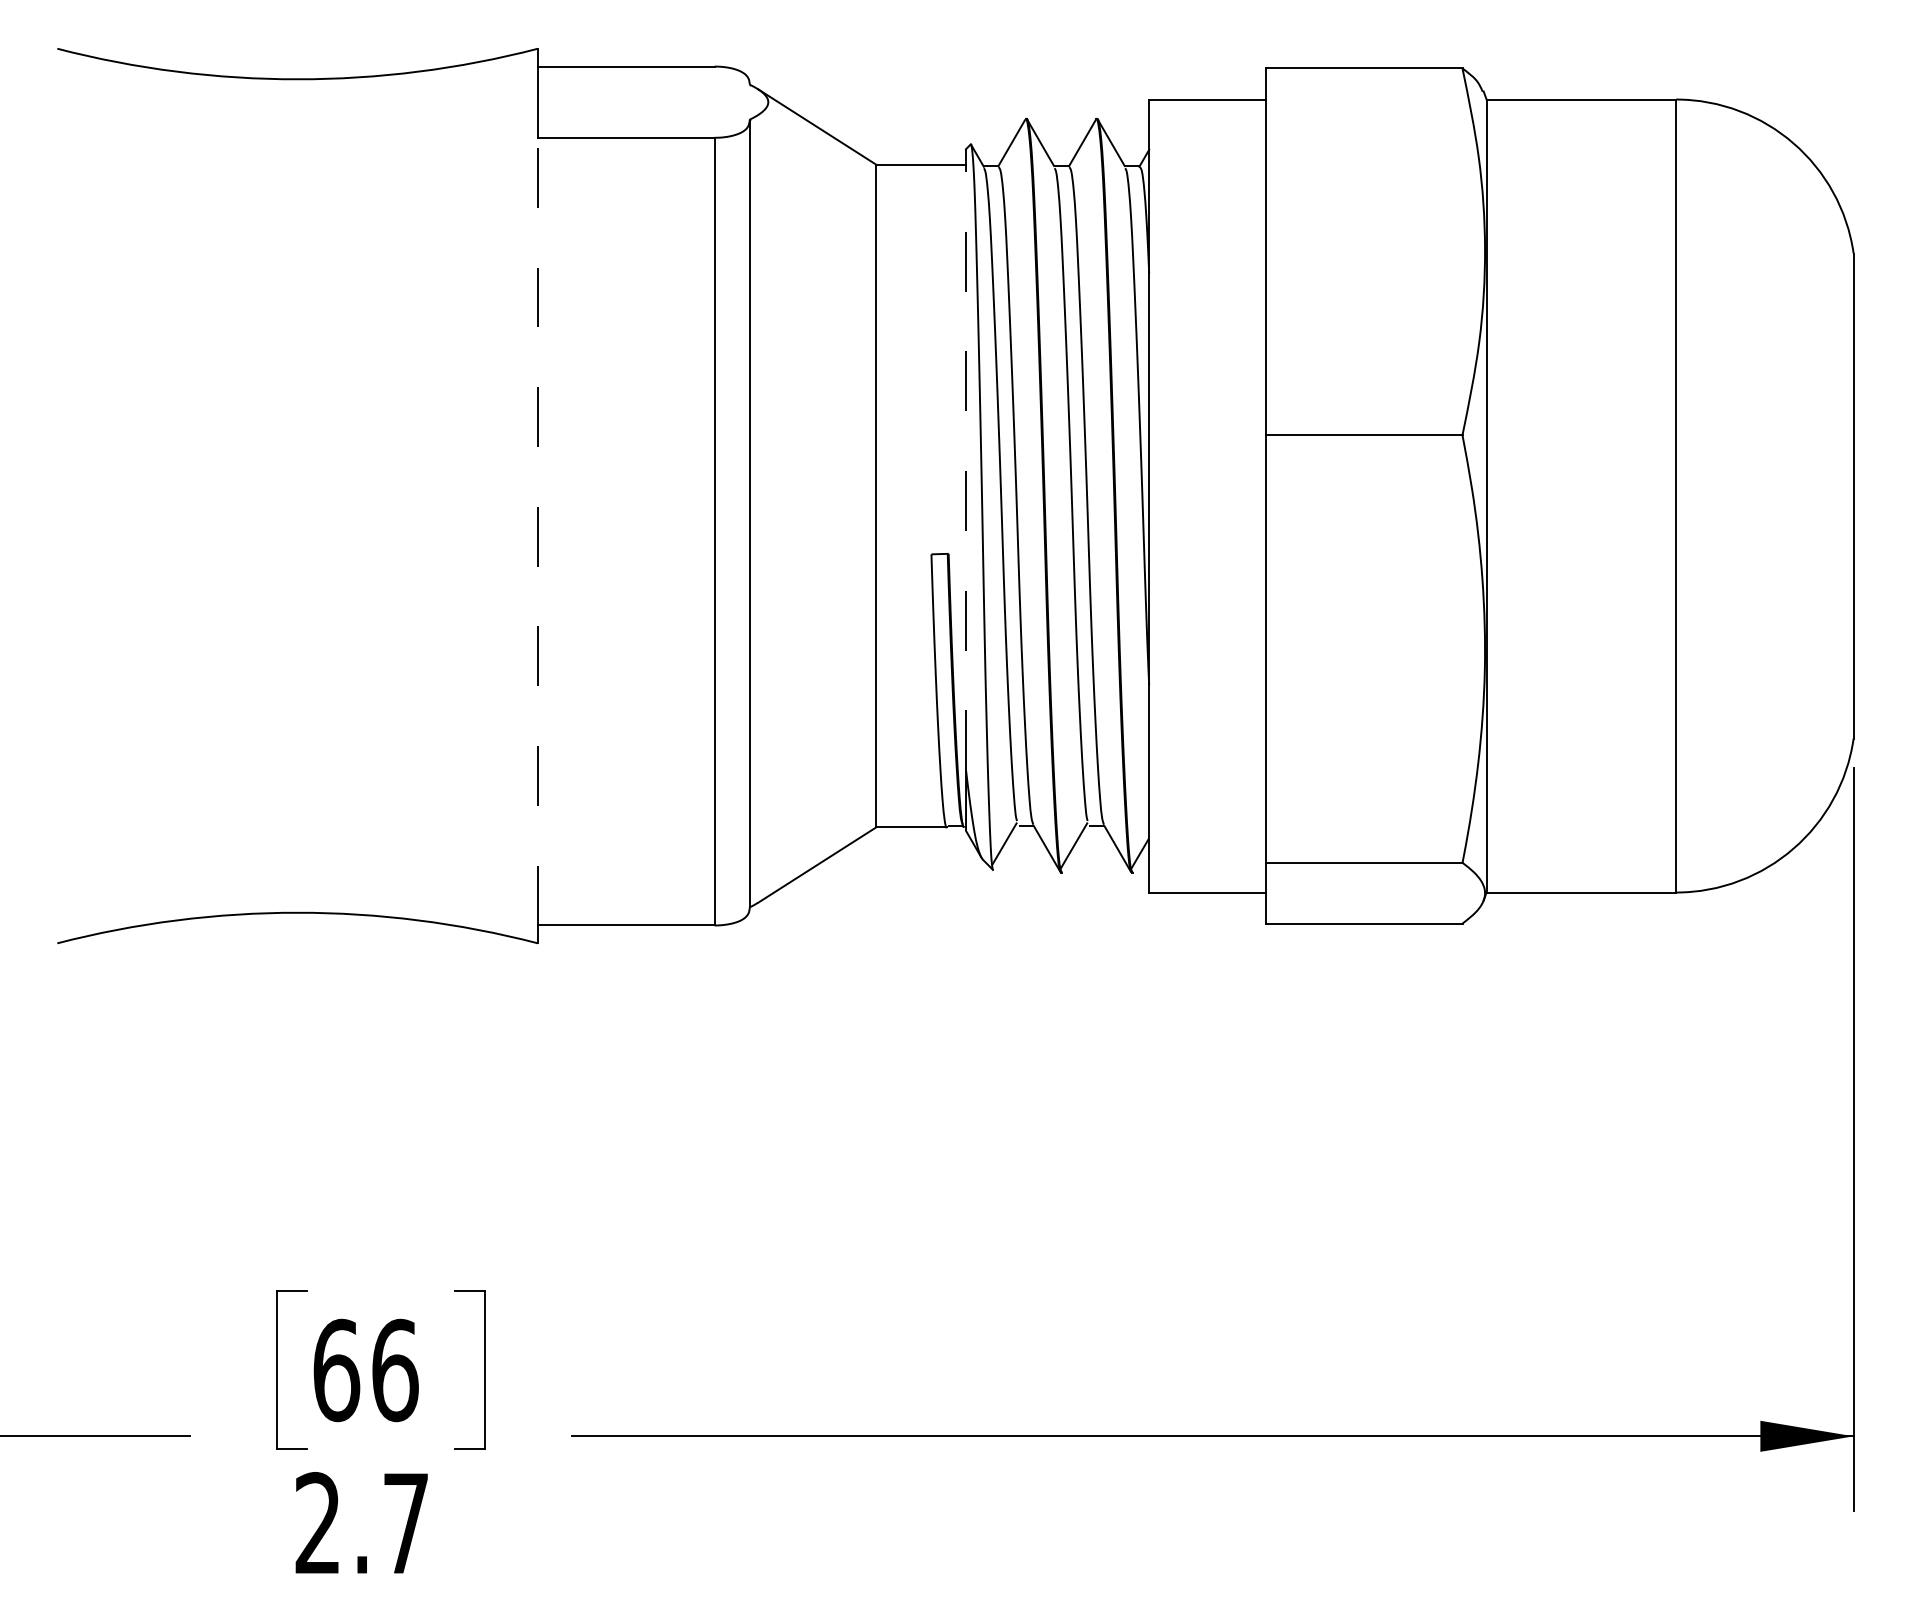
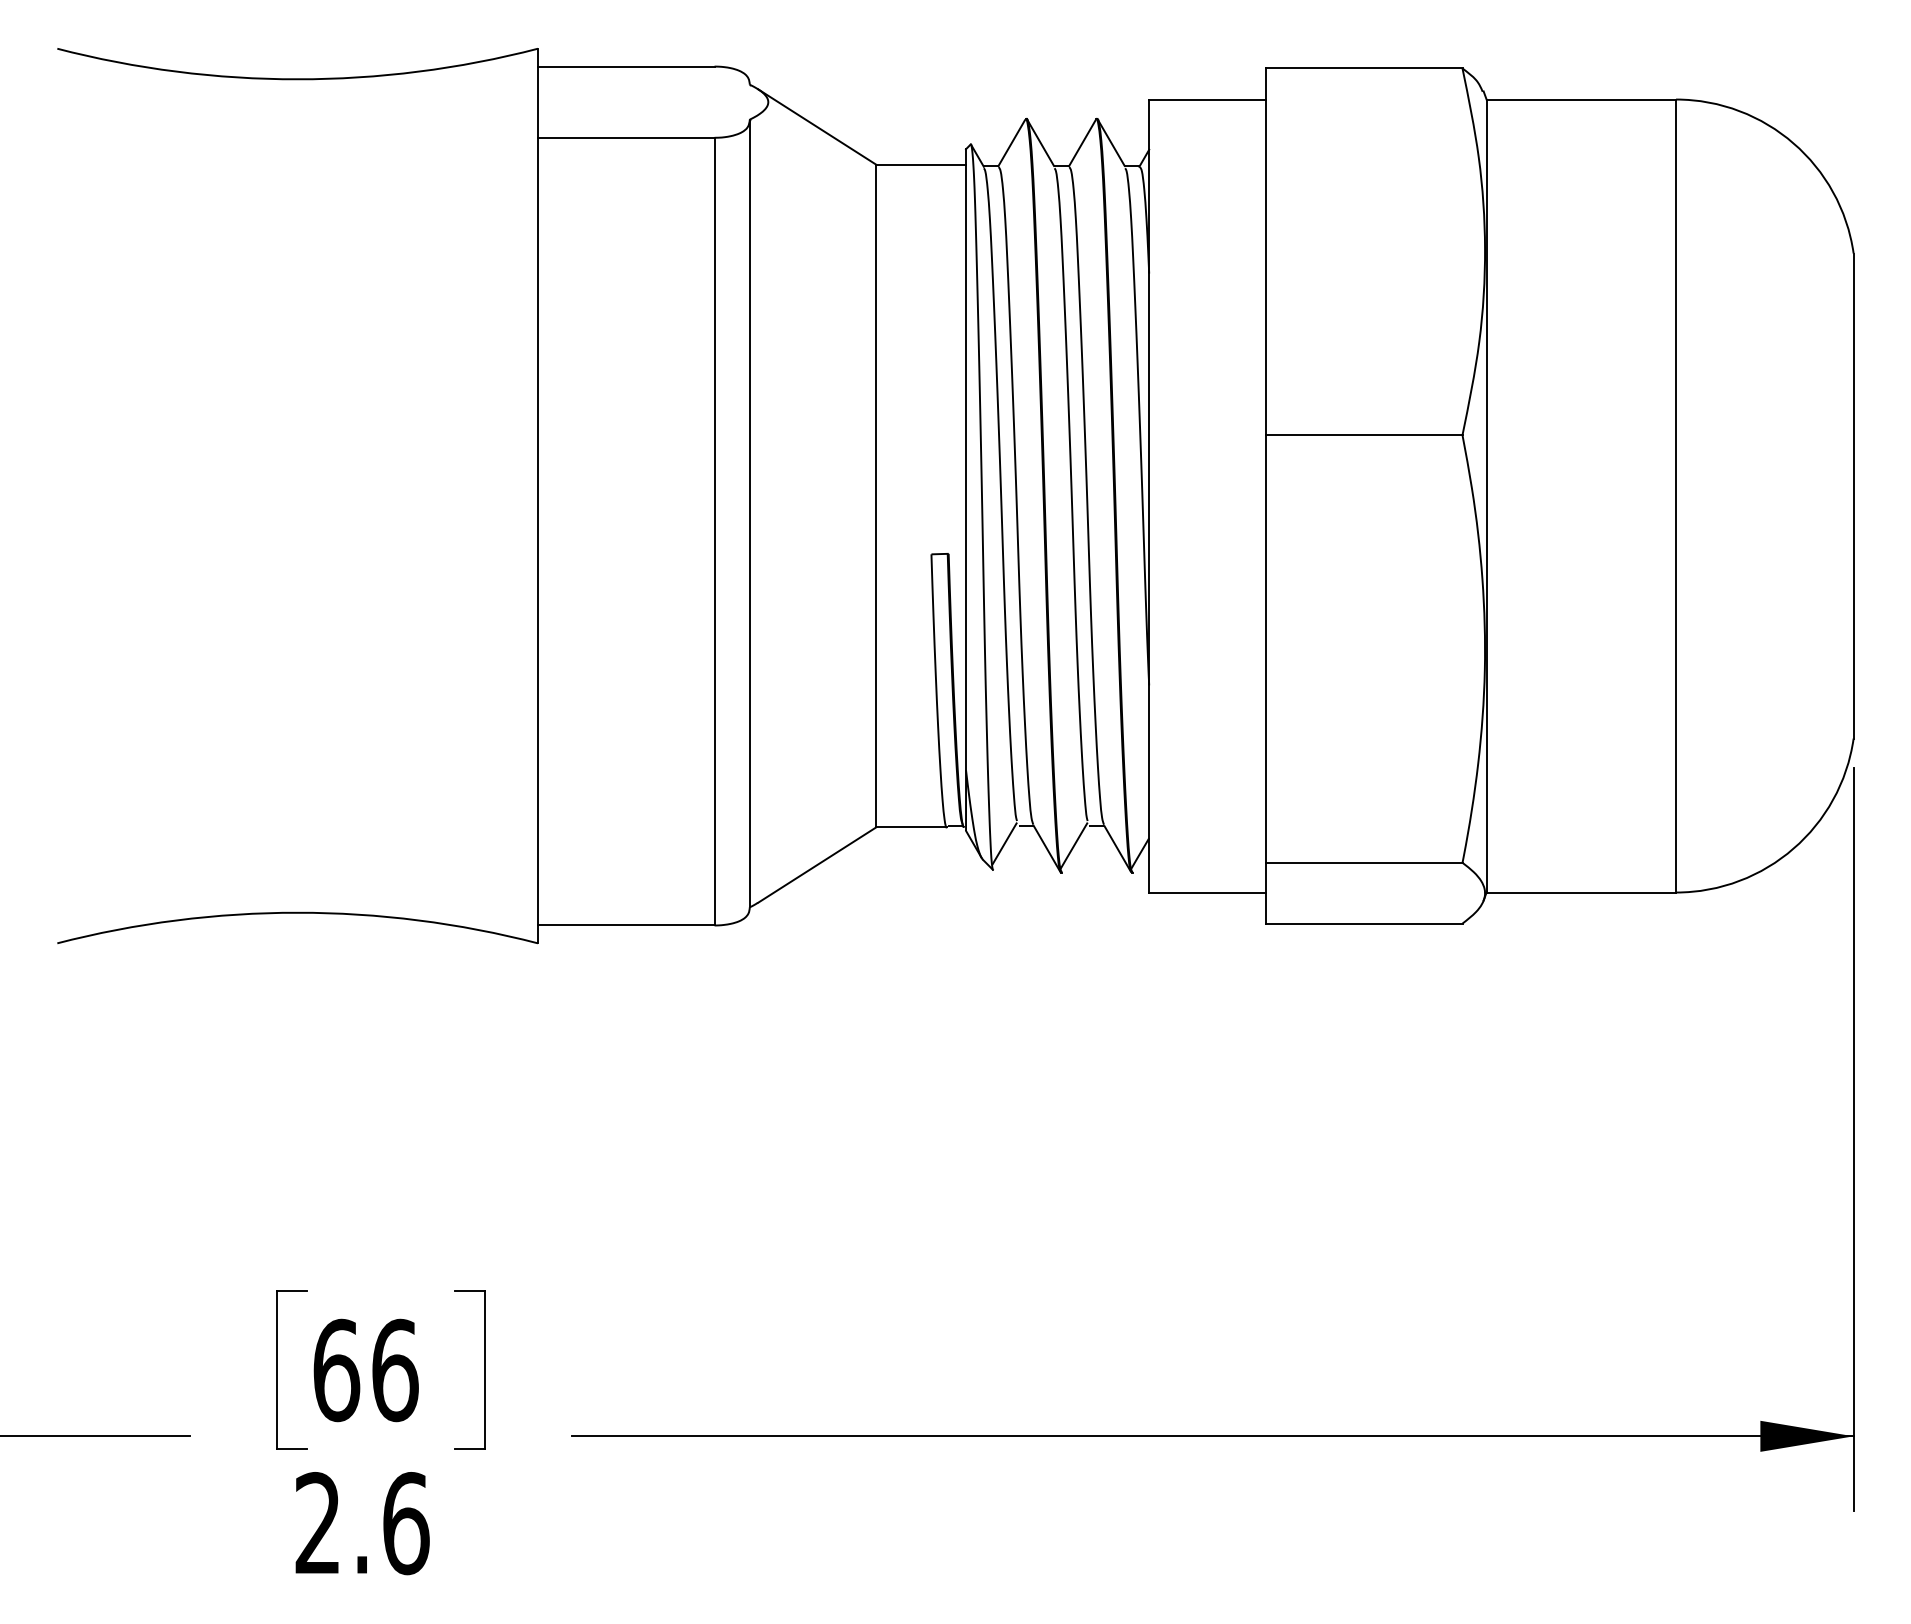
line at (966, 459): dashed -> solid
line at (537, 531): dashed -> solid
text at (406, 1523): 2.7 -> 2.6
